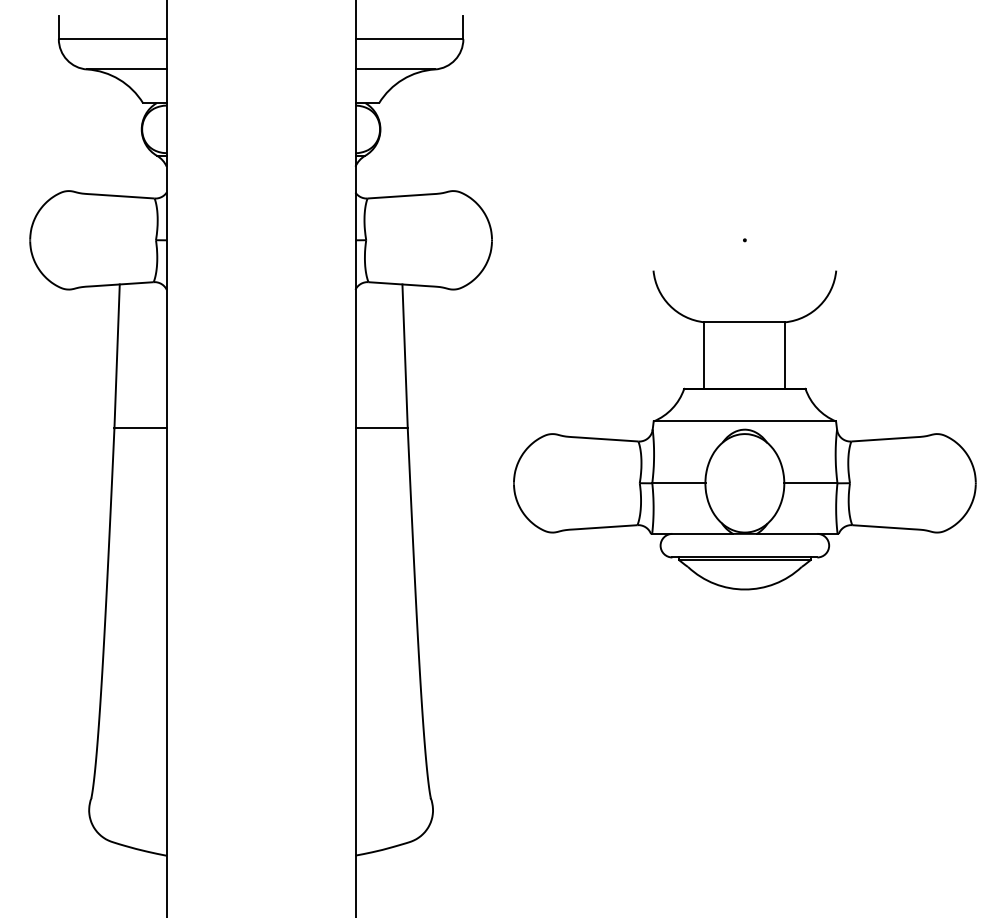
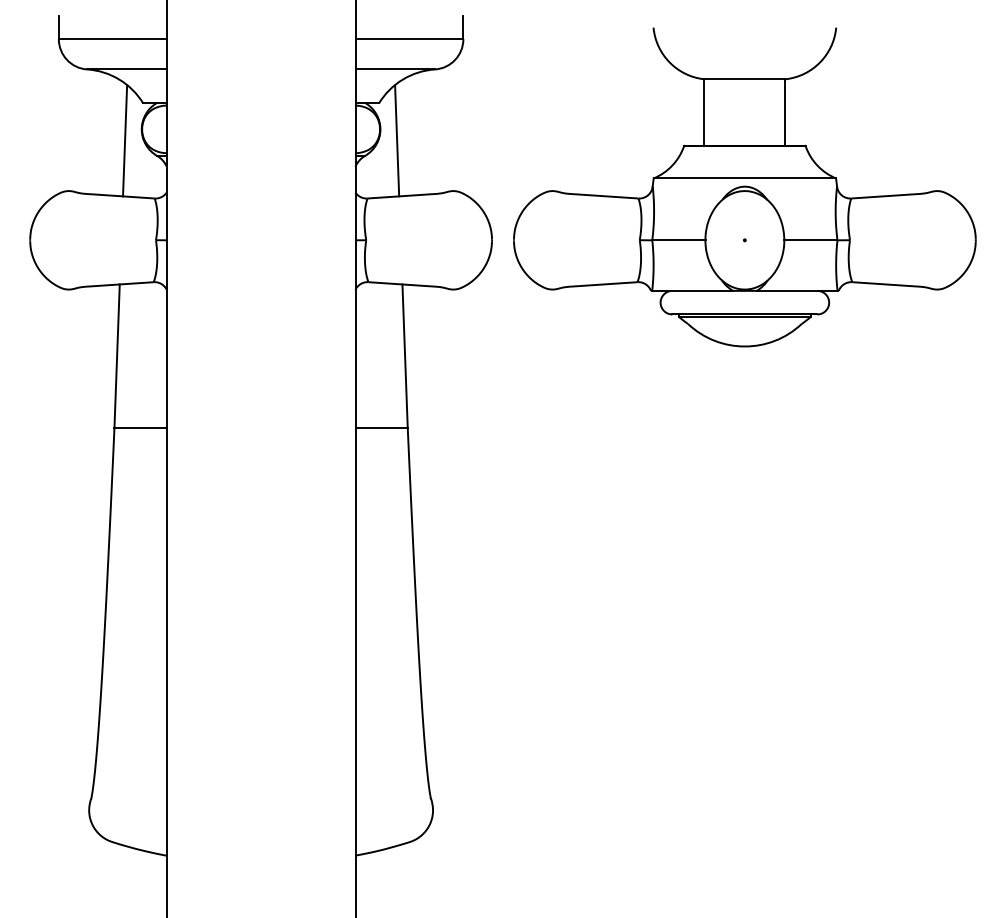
line at (125, 140): none -> present
line at (397, 140): none -> present
part at (744, 430) position: (744, 430) -> (744, 187)
